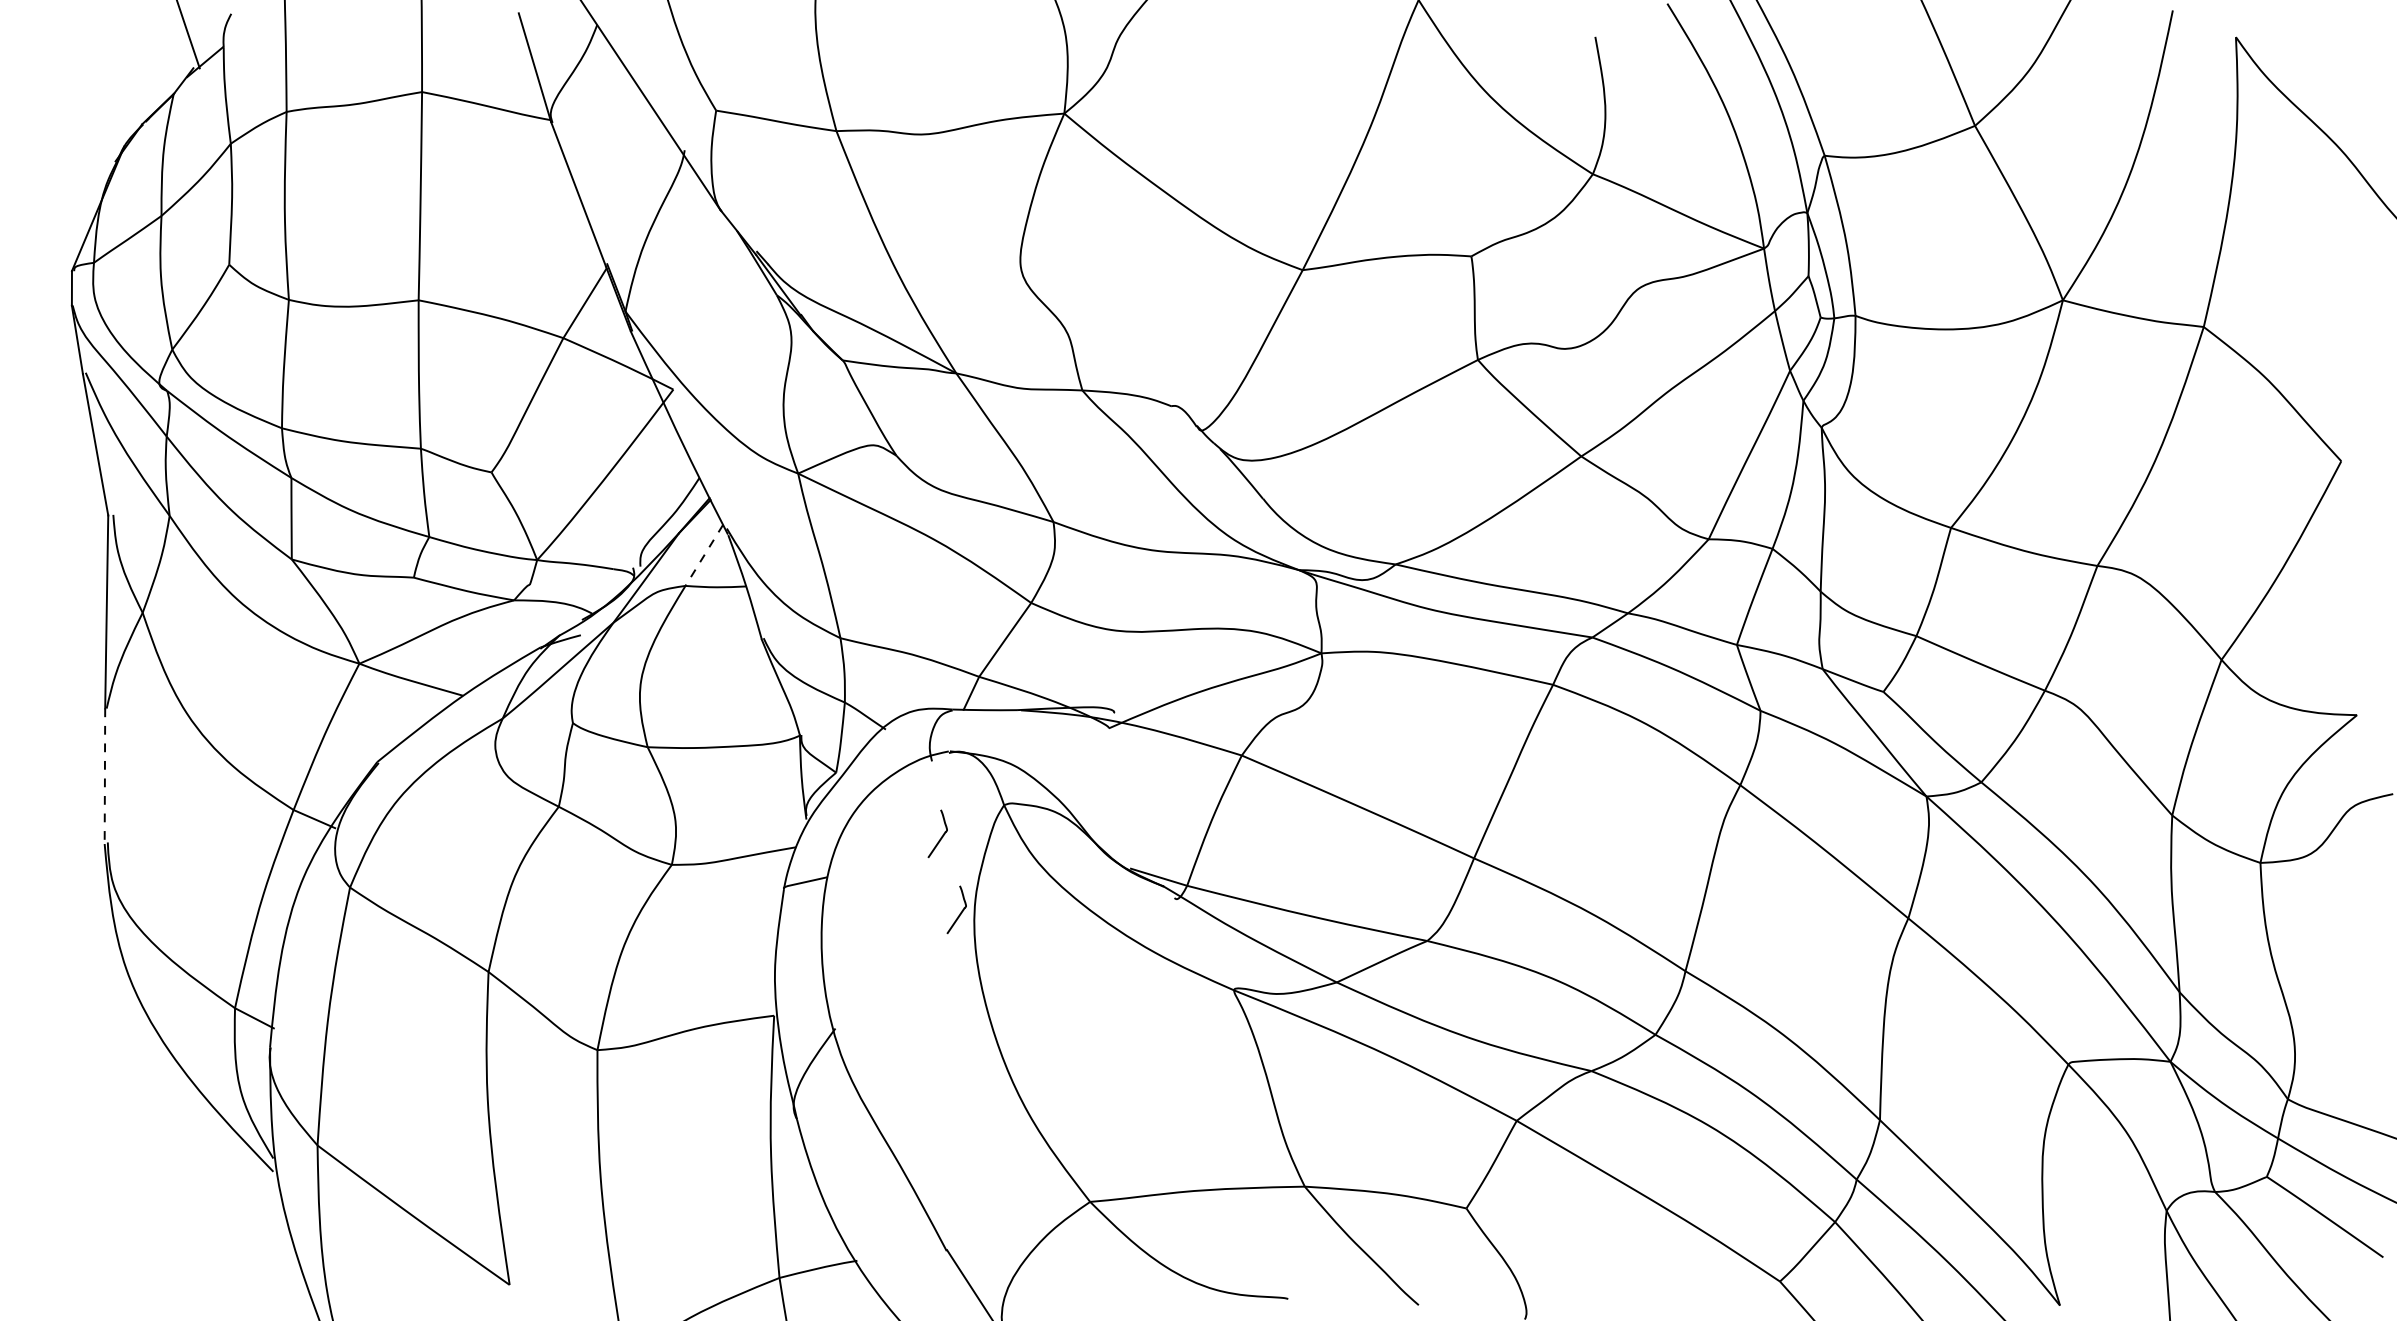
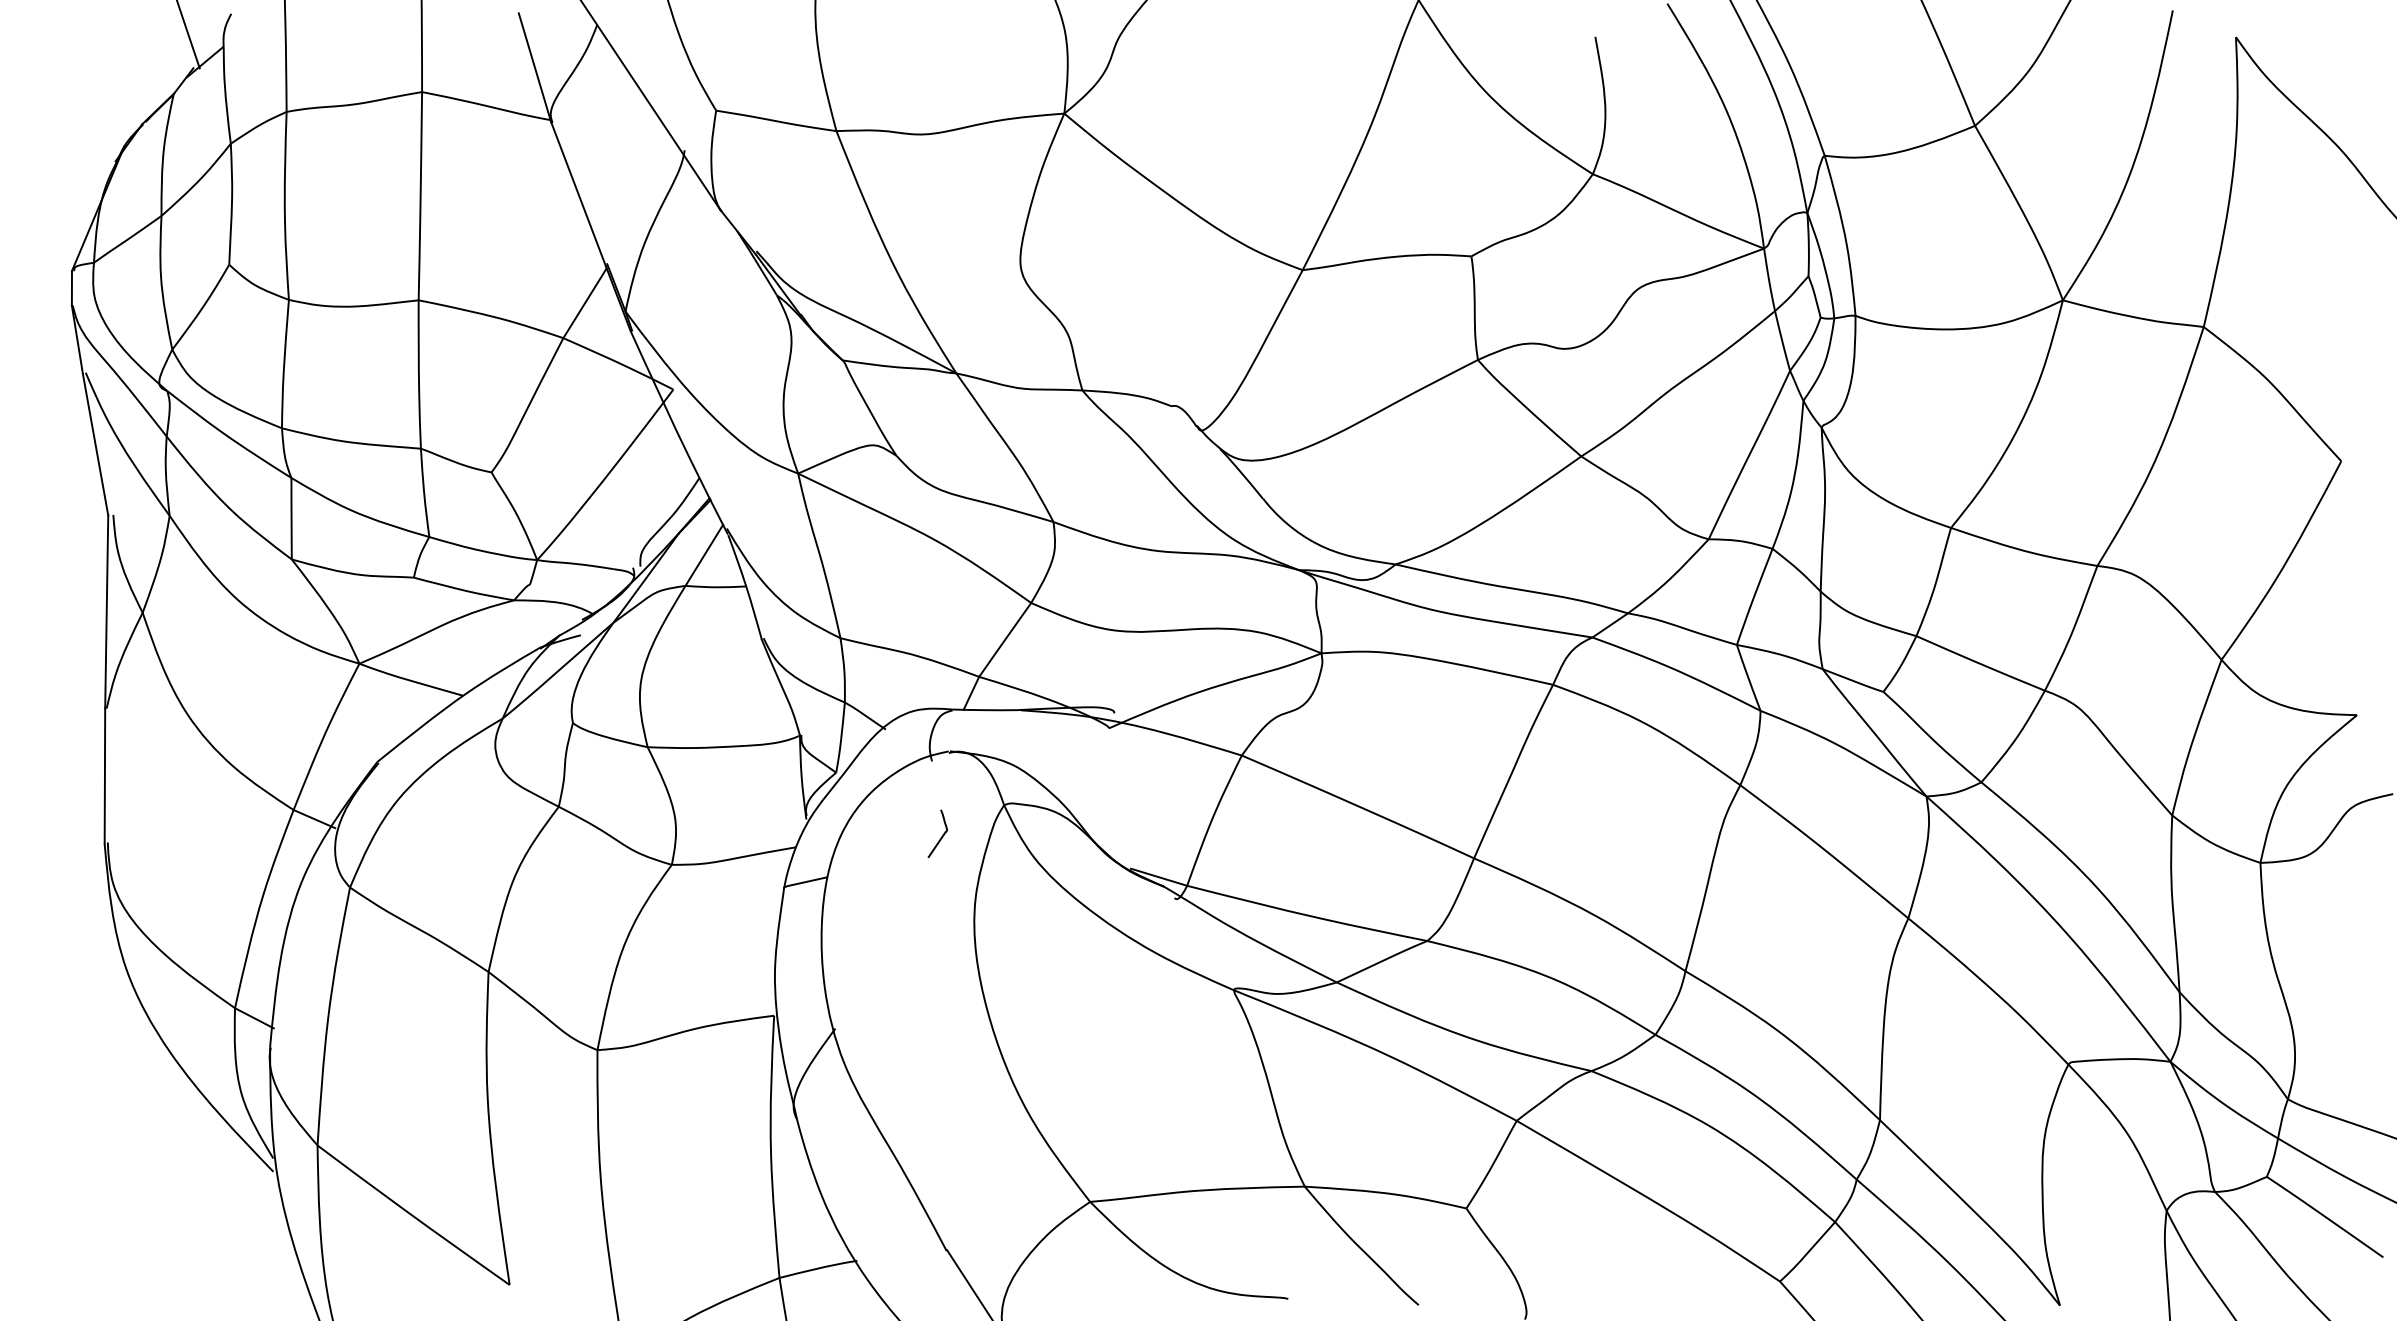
line at (704, 555): dashed -> solid
line at (104, 776): dashed -> solid
part at (956, 909): present -> none
